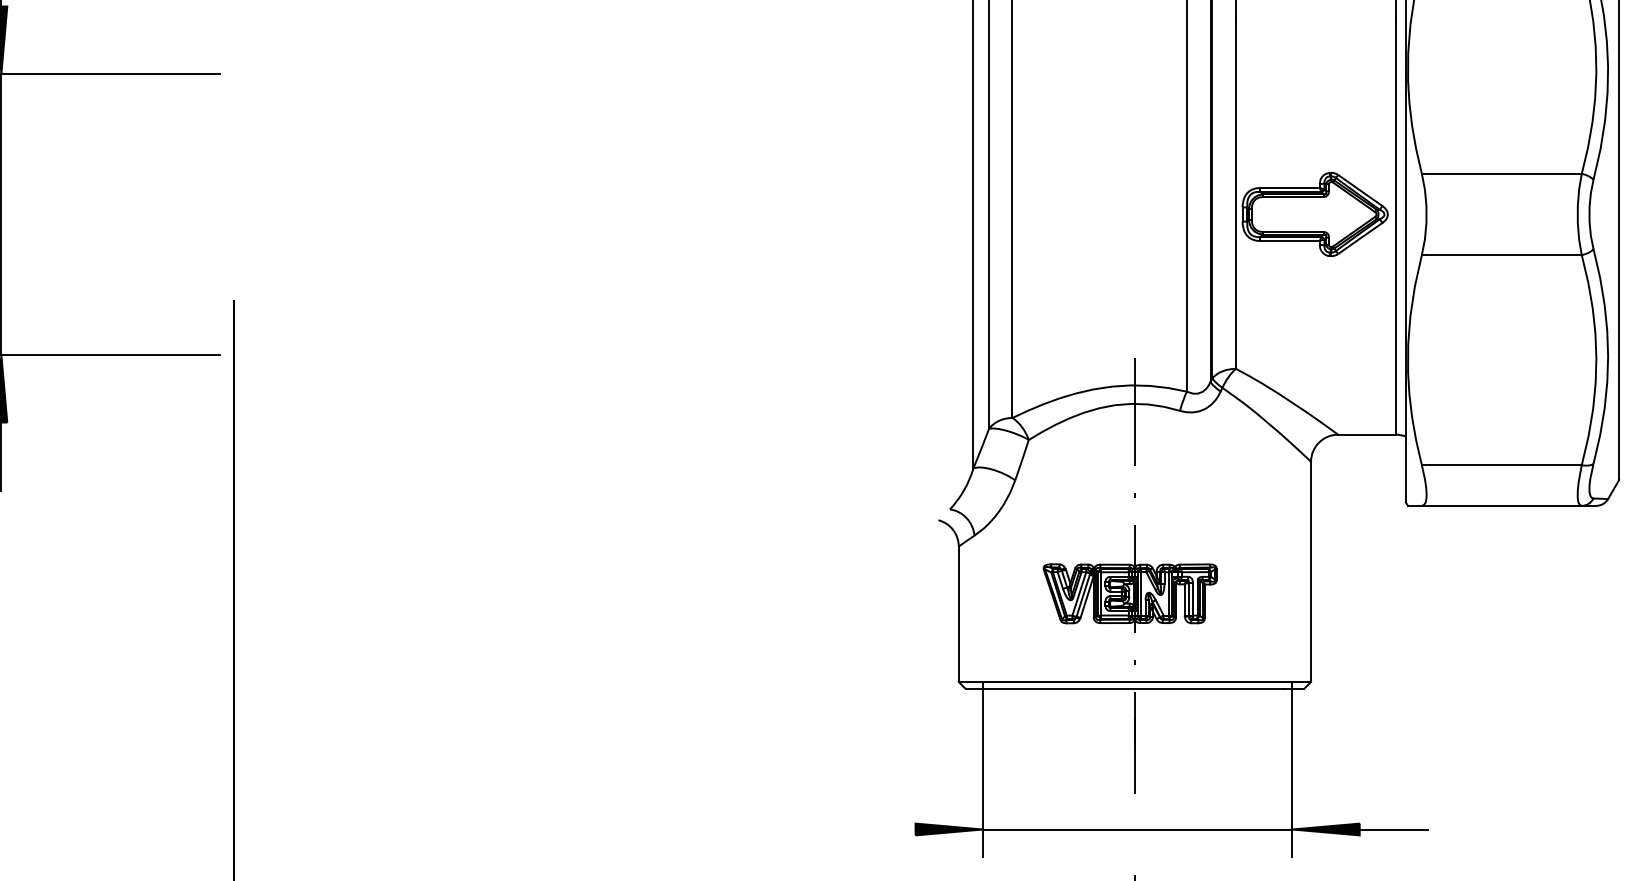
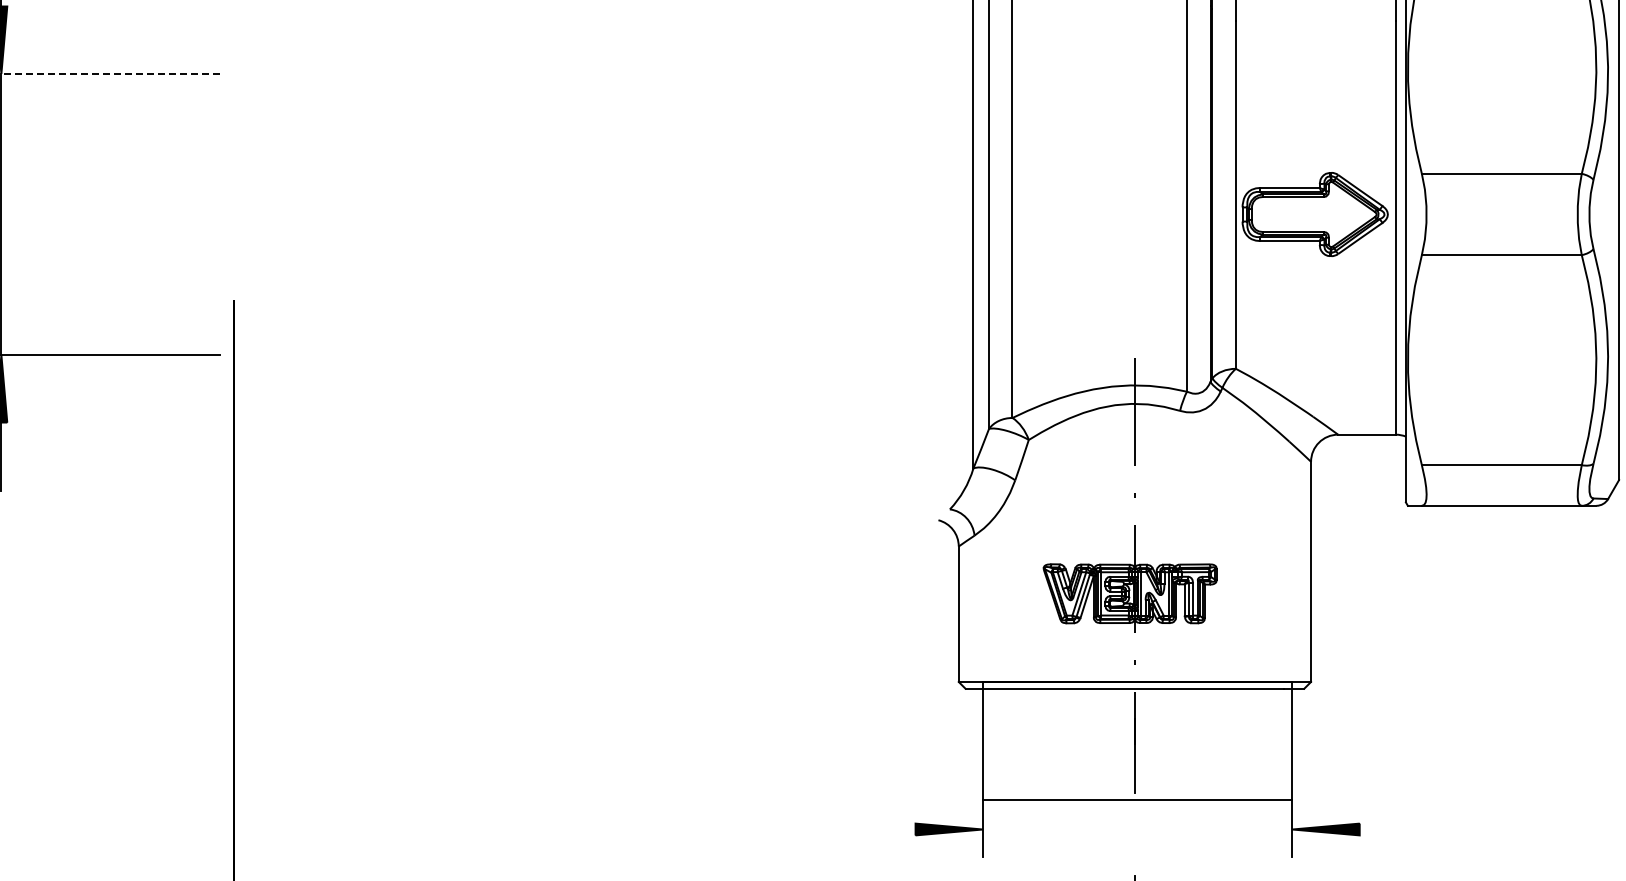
line at (110, 74): solid -> dashed
line at (1137, 829) position: (1137, 829) -> (1137, 799)
line at (1393, 829): present -> none
